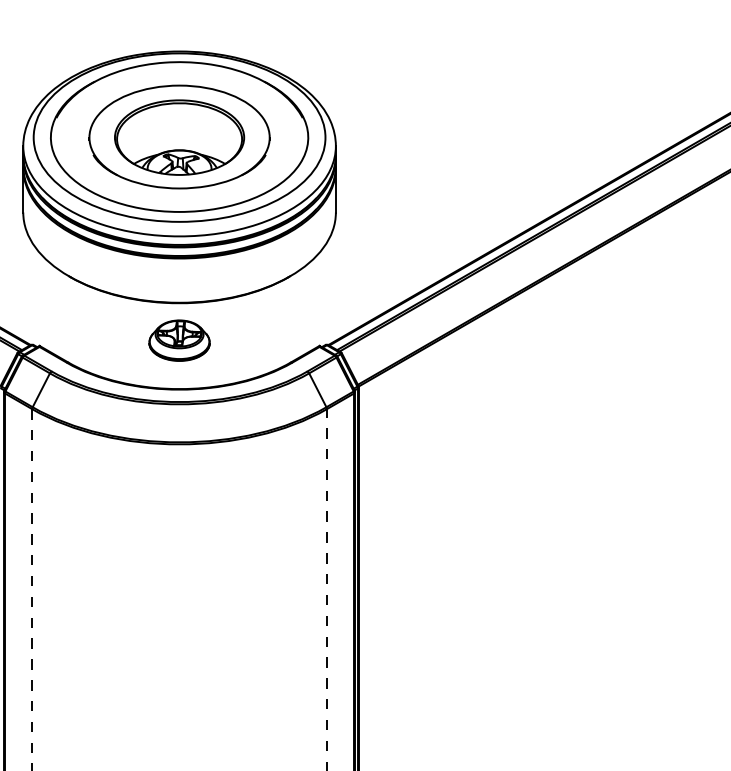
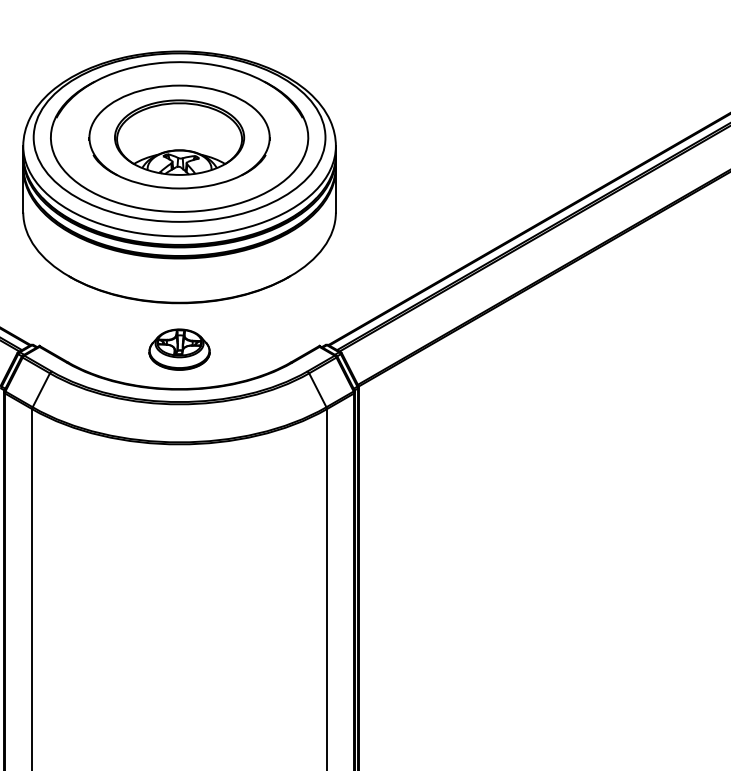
part at (179, 340) position: (179, 340) -> (179, 349)
line at (326, 589): dashed -> solid
line at (32, 590): dashed -> solid
